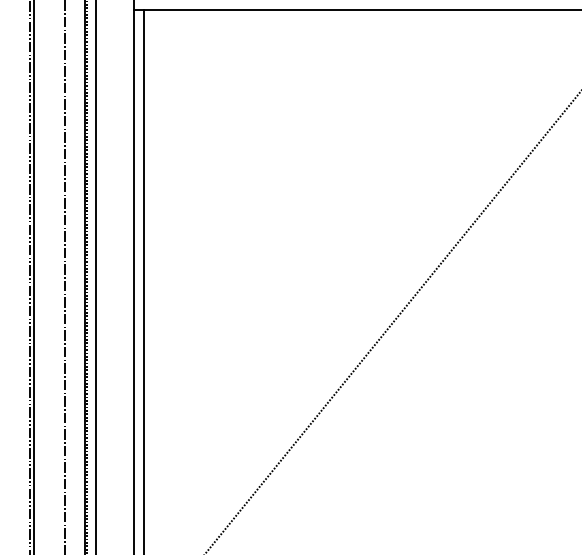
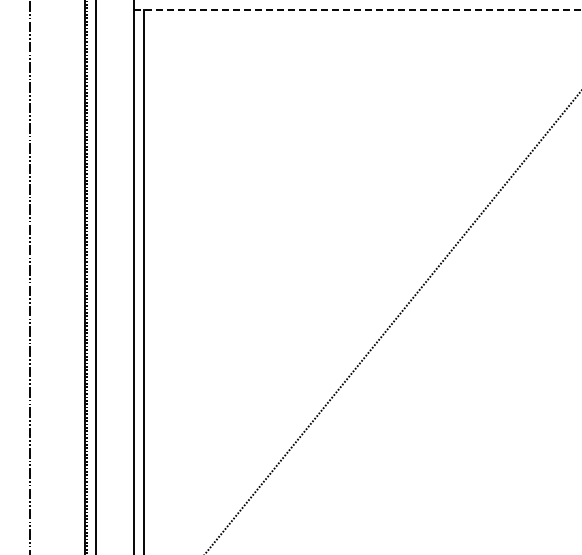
line at (357, 10): solid -> dashed
line at (34, 276): present -> none
line at (65, 276): present -> none
